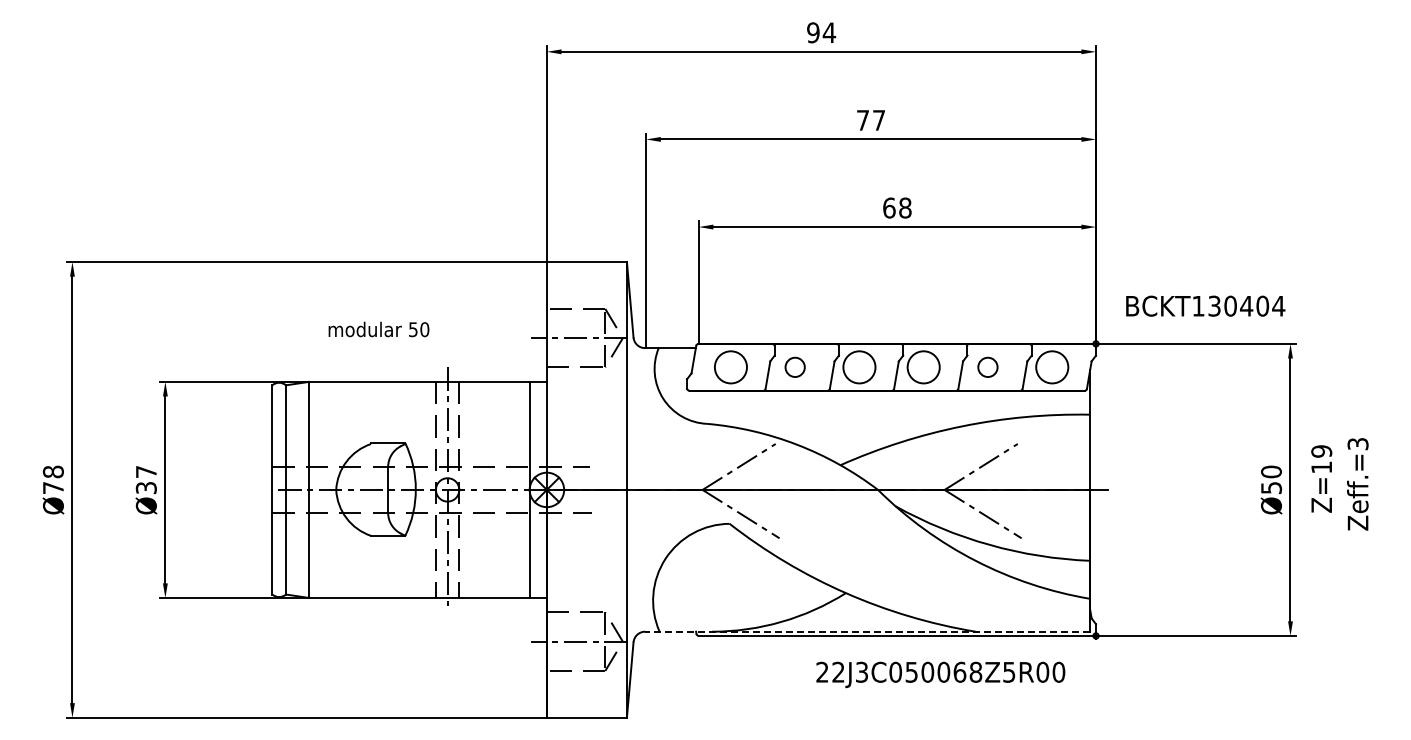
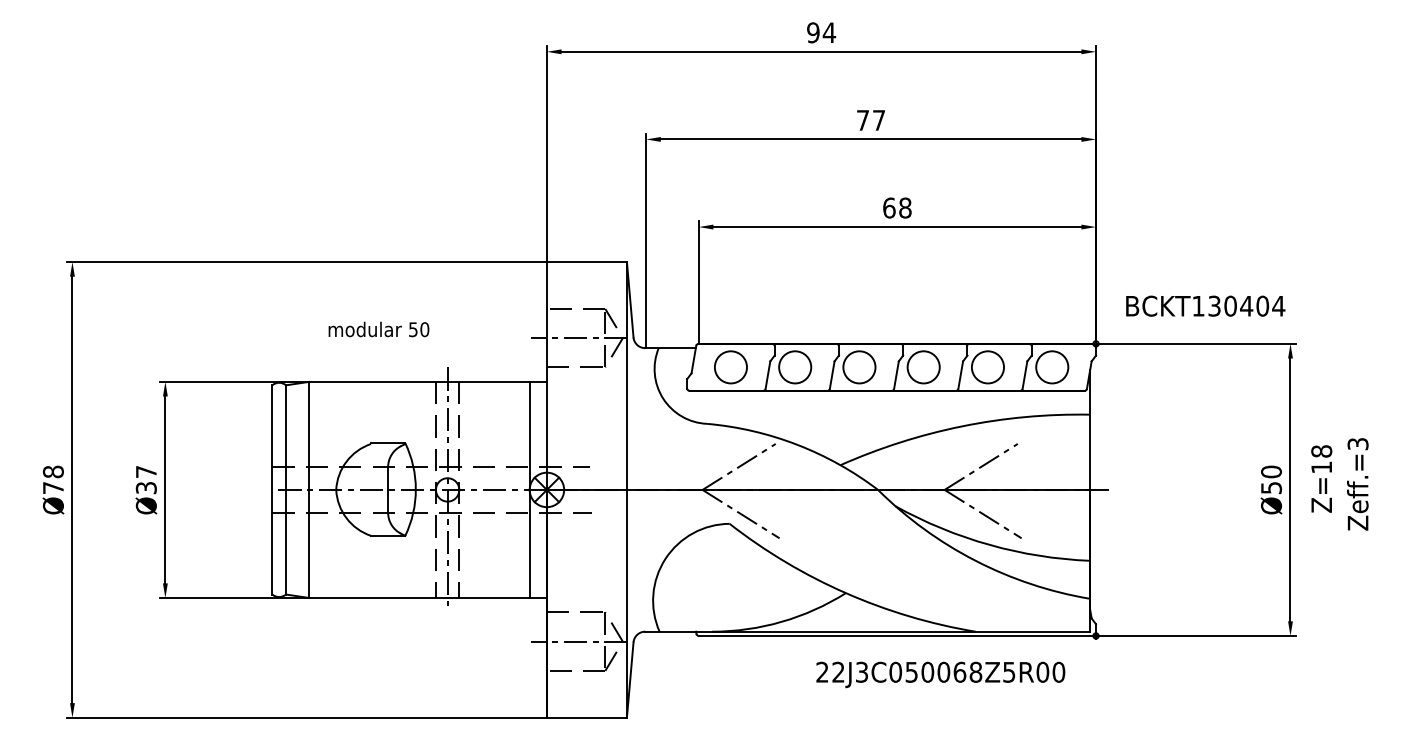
circle at (794, 367) diameter: 19 px -> 32 px
circle at (987, 367) diameter: 19 px -> 32 px
text at (1321, 451): Z=19 -> Z=18
line at (867, 631): dashed -> solid
